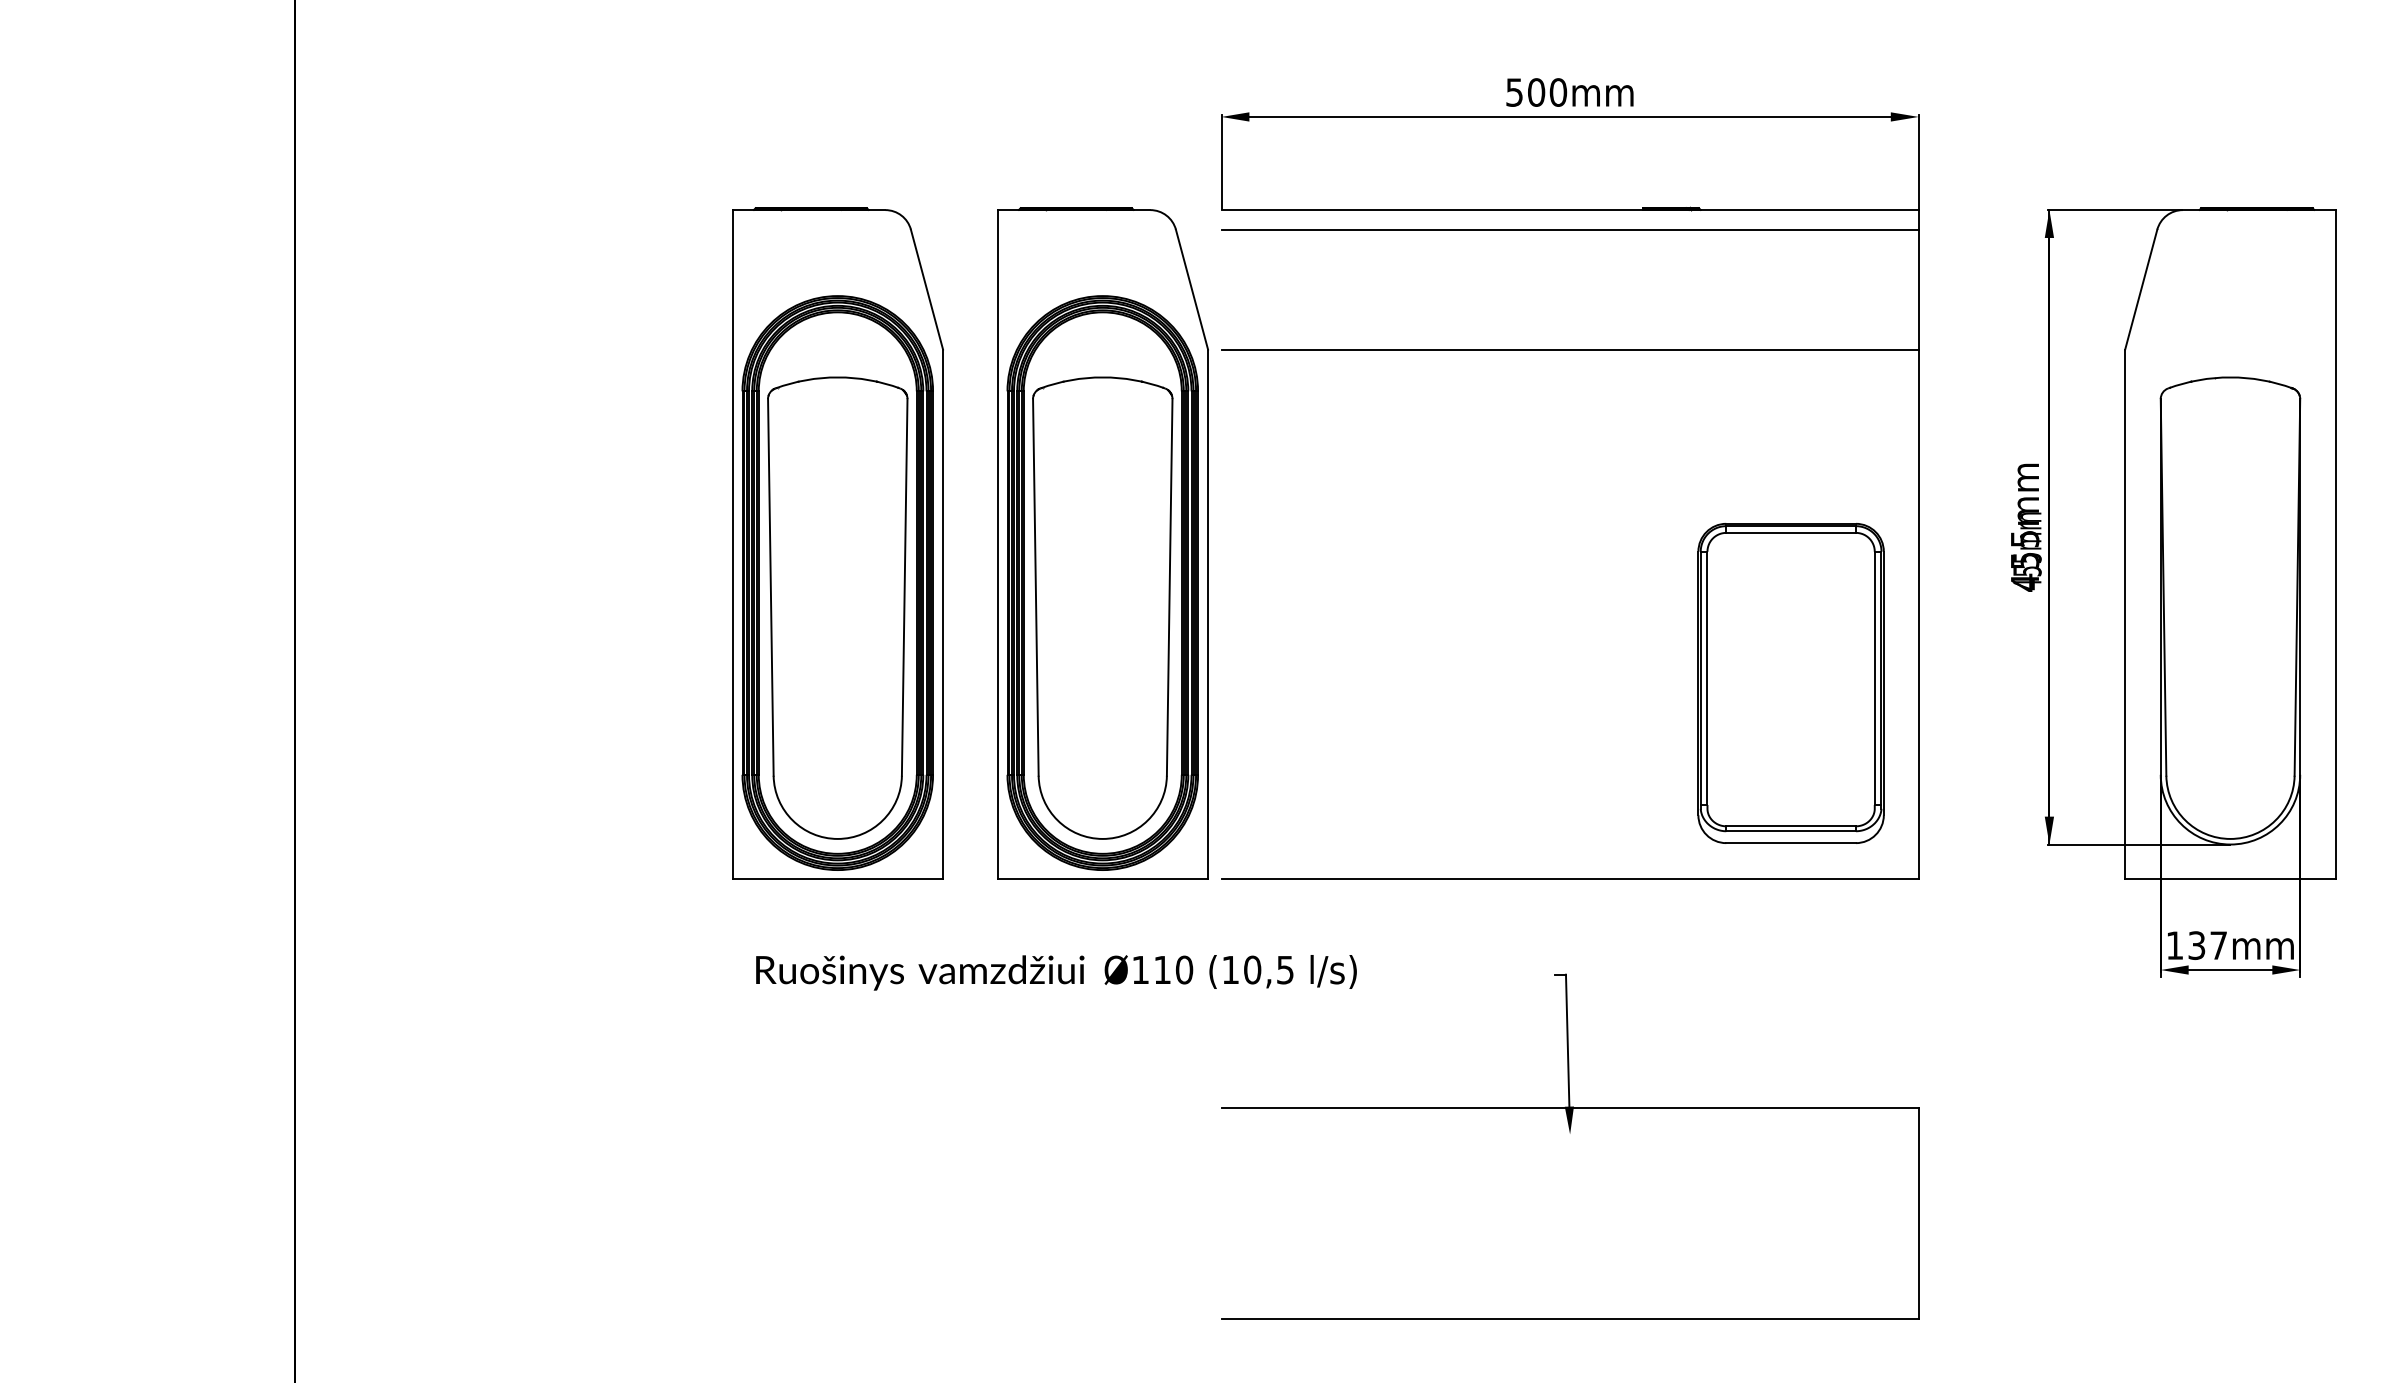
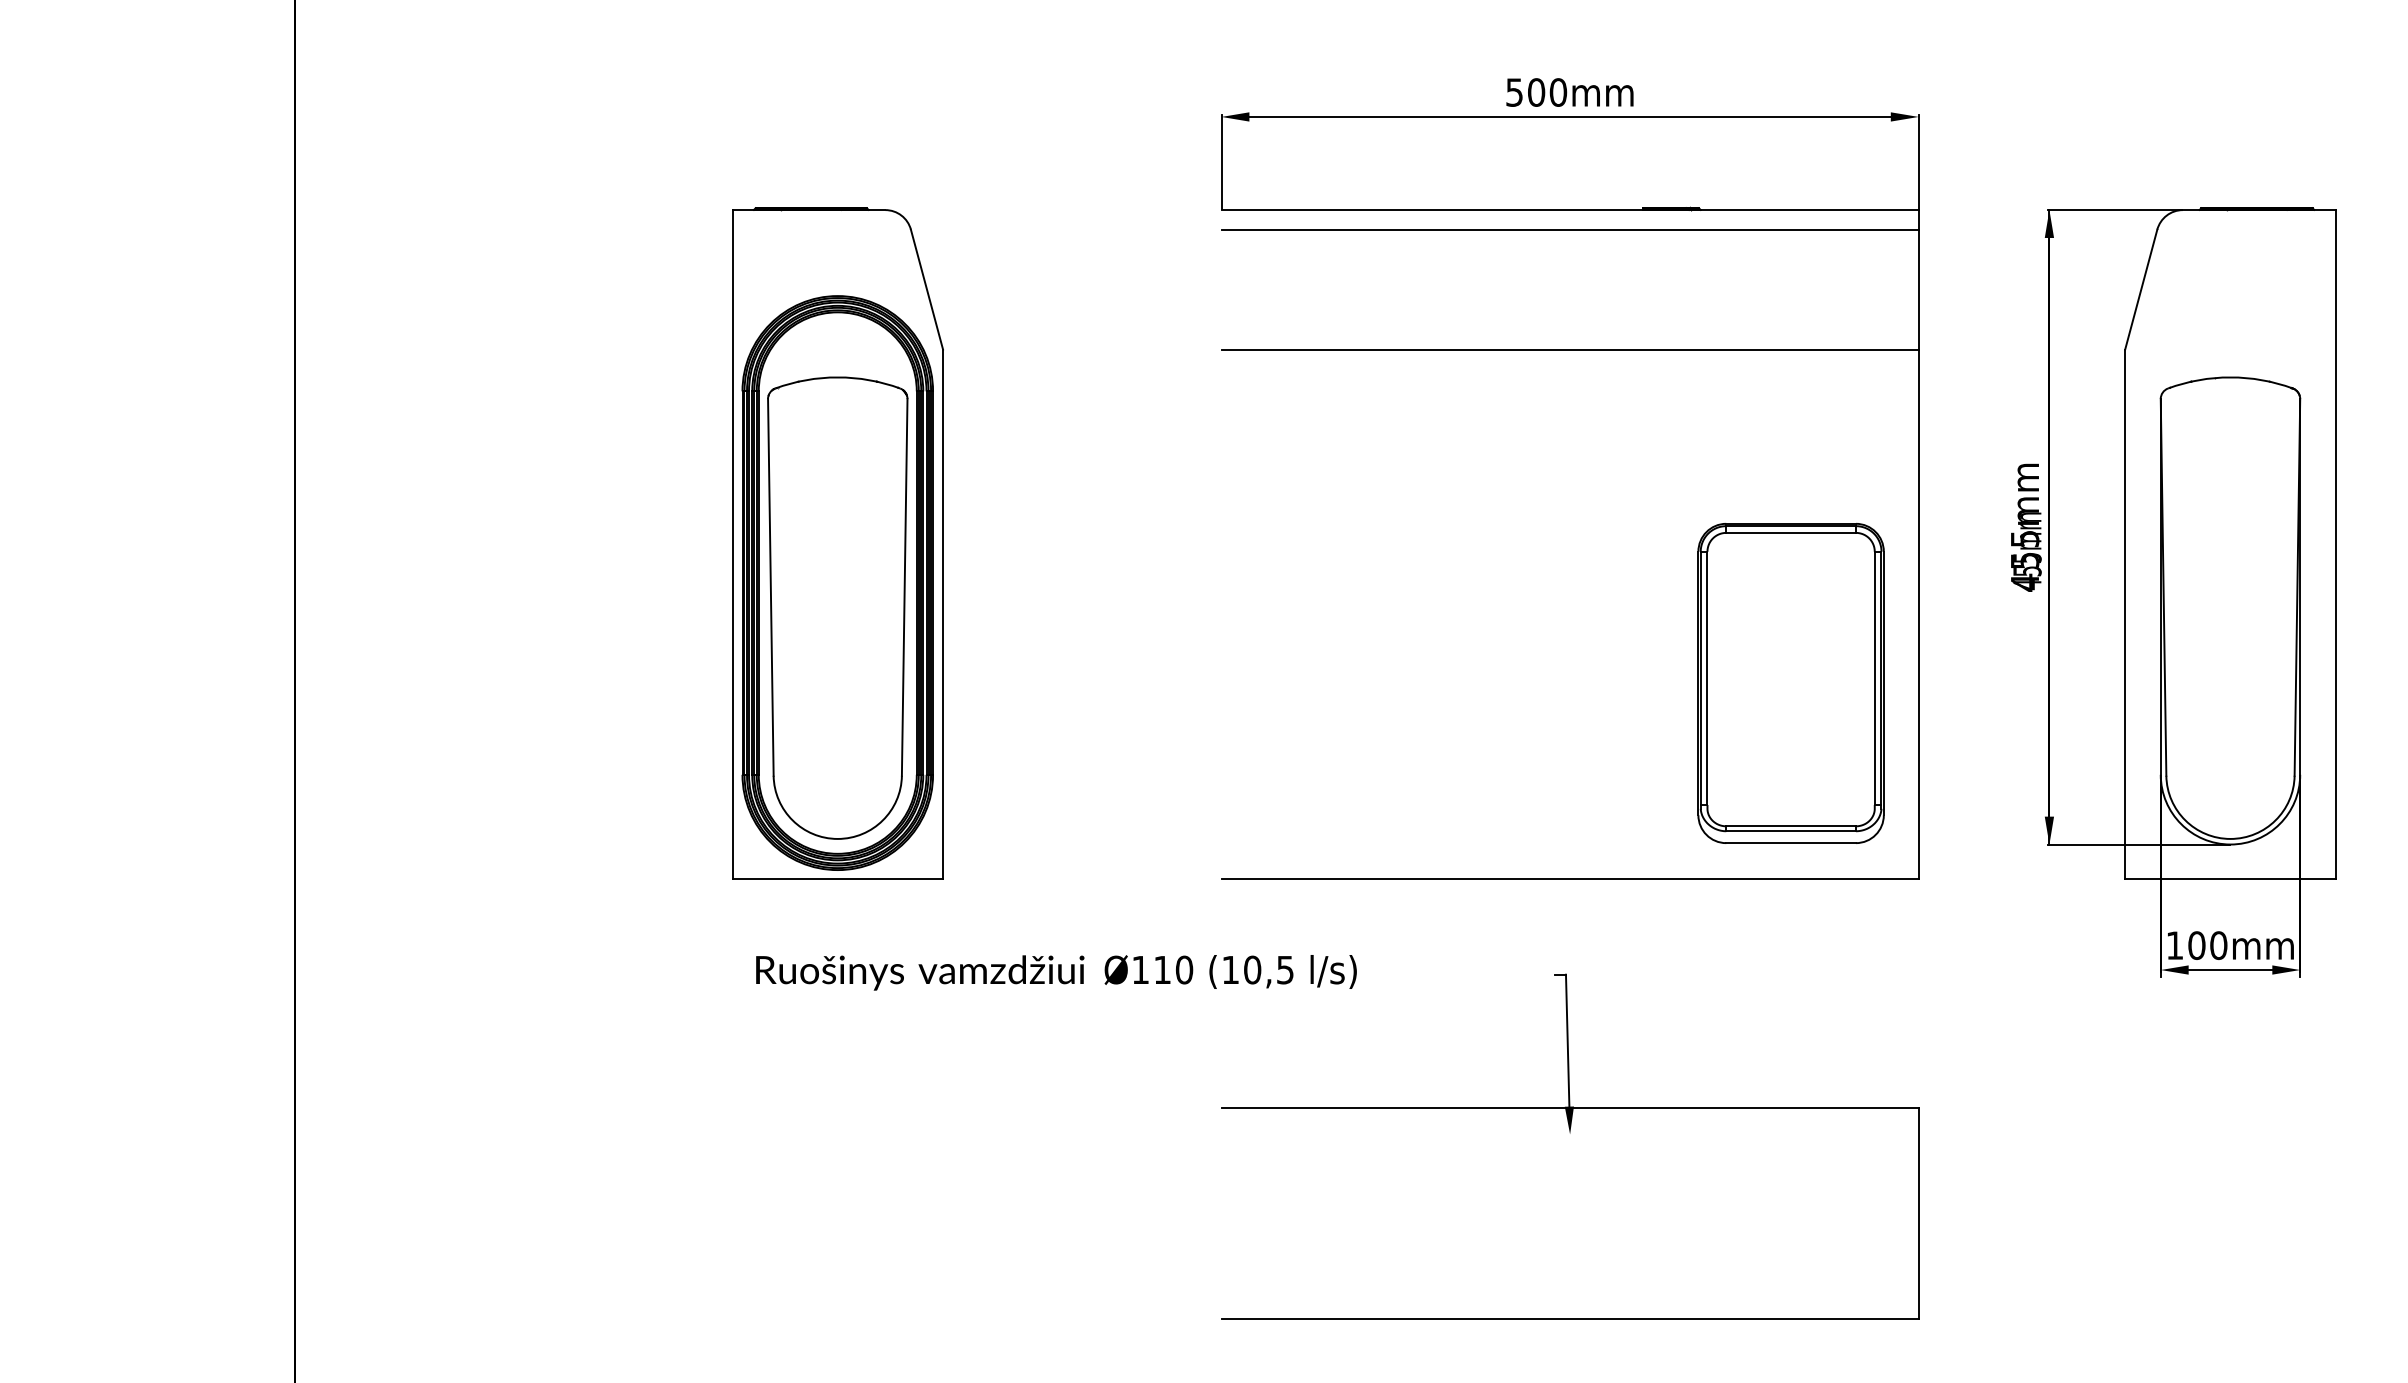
part at (1102, 543): present -> none
text at (2207, 945): 137mm -> 100mm
